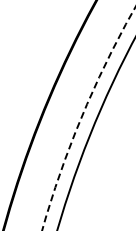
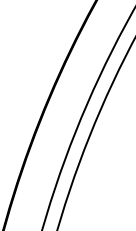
arc at (82, 115): dashed -> solid
